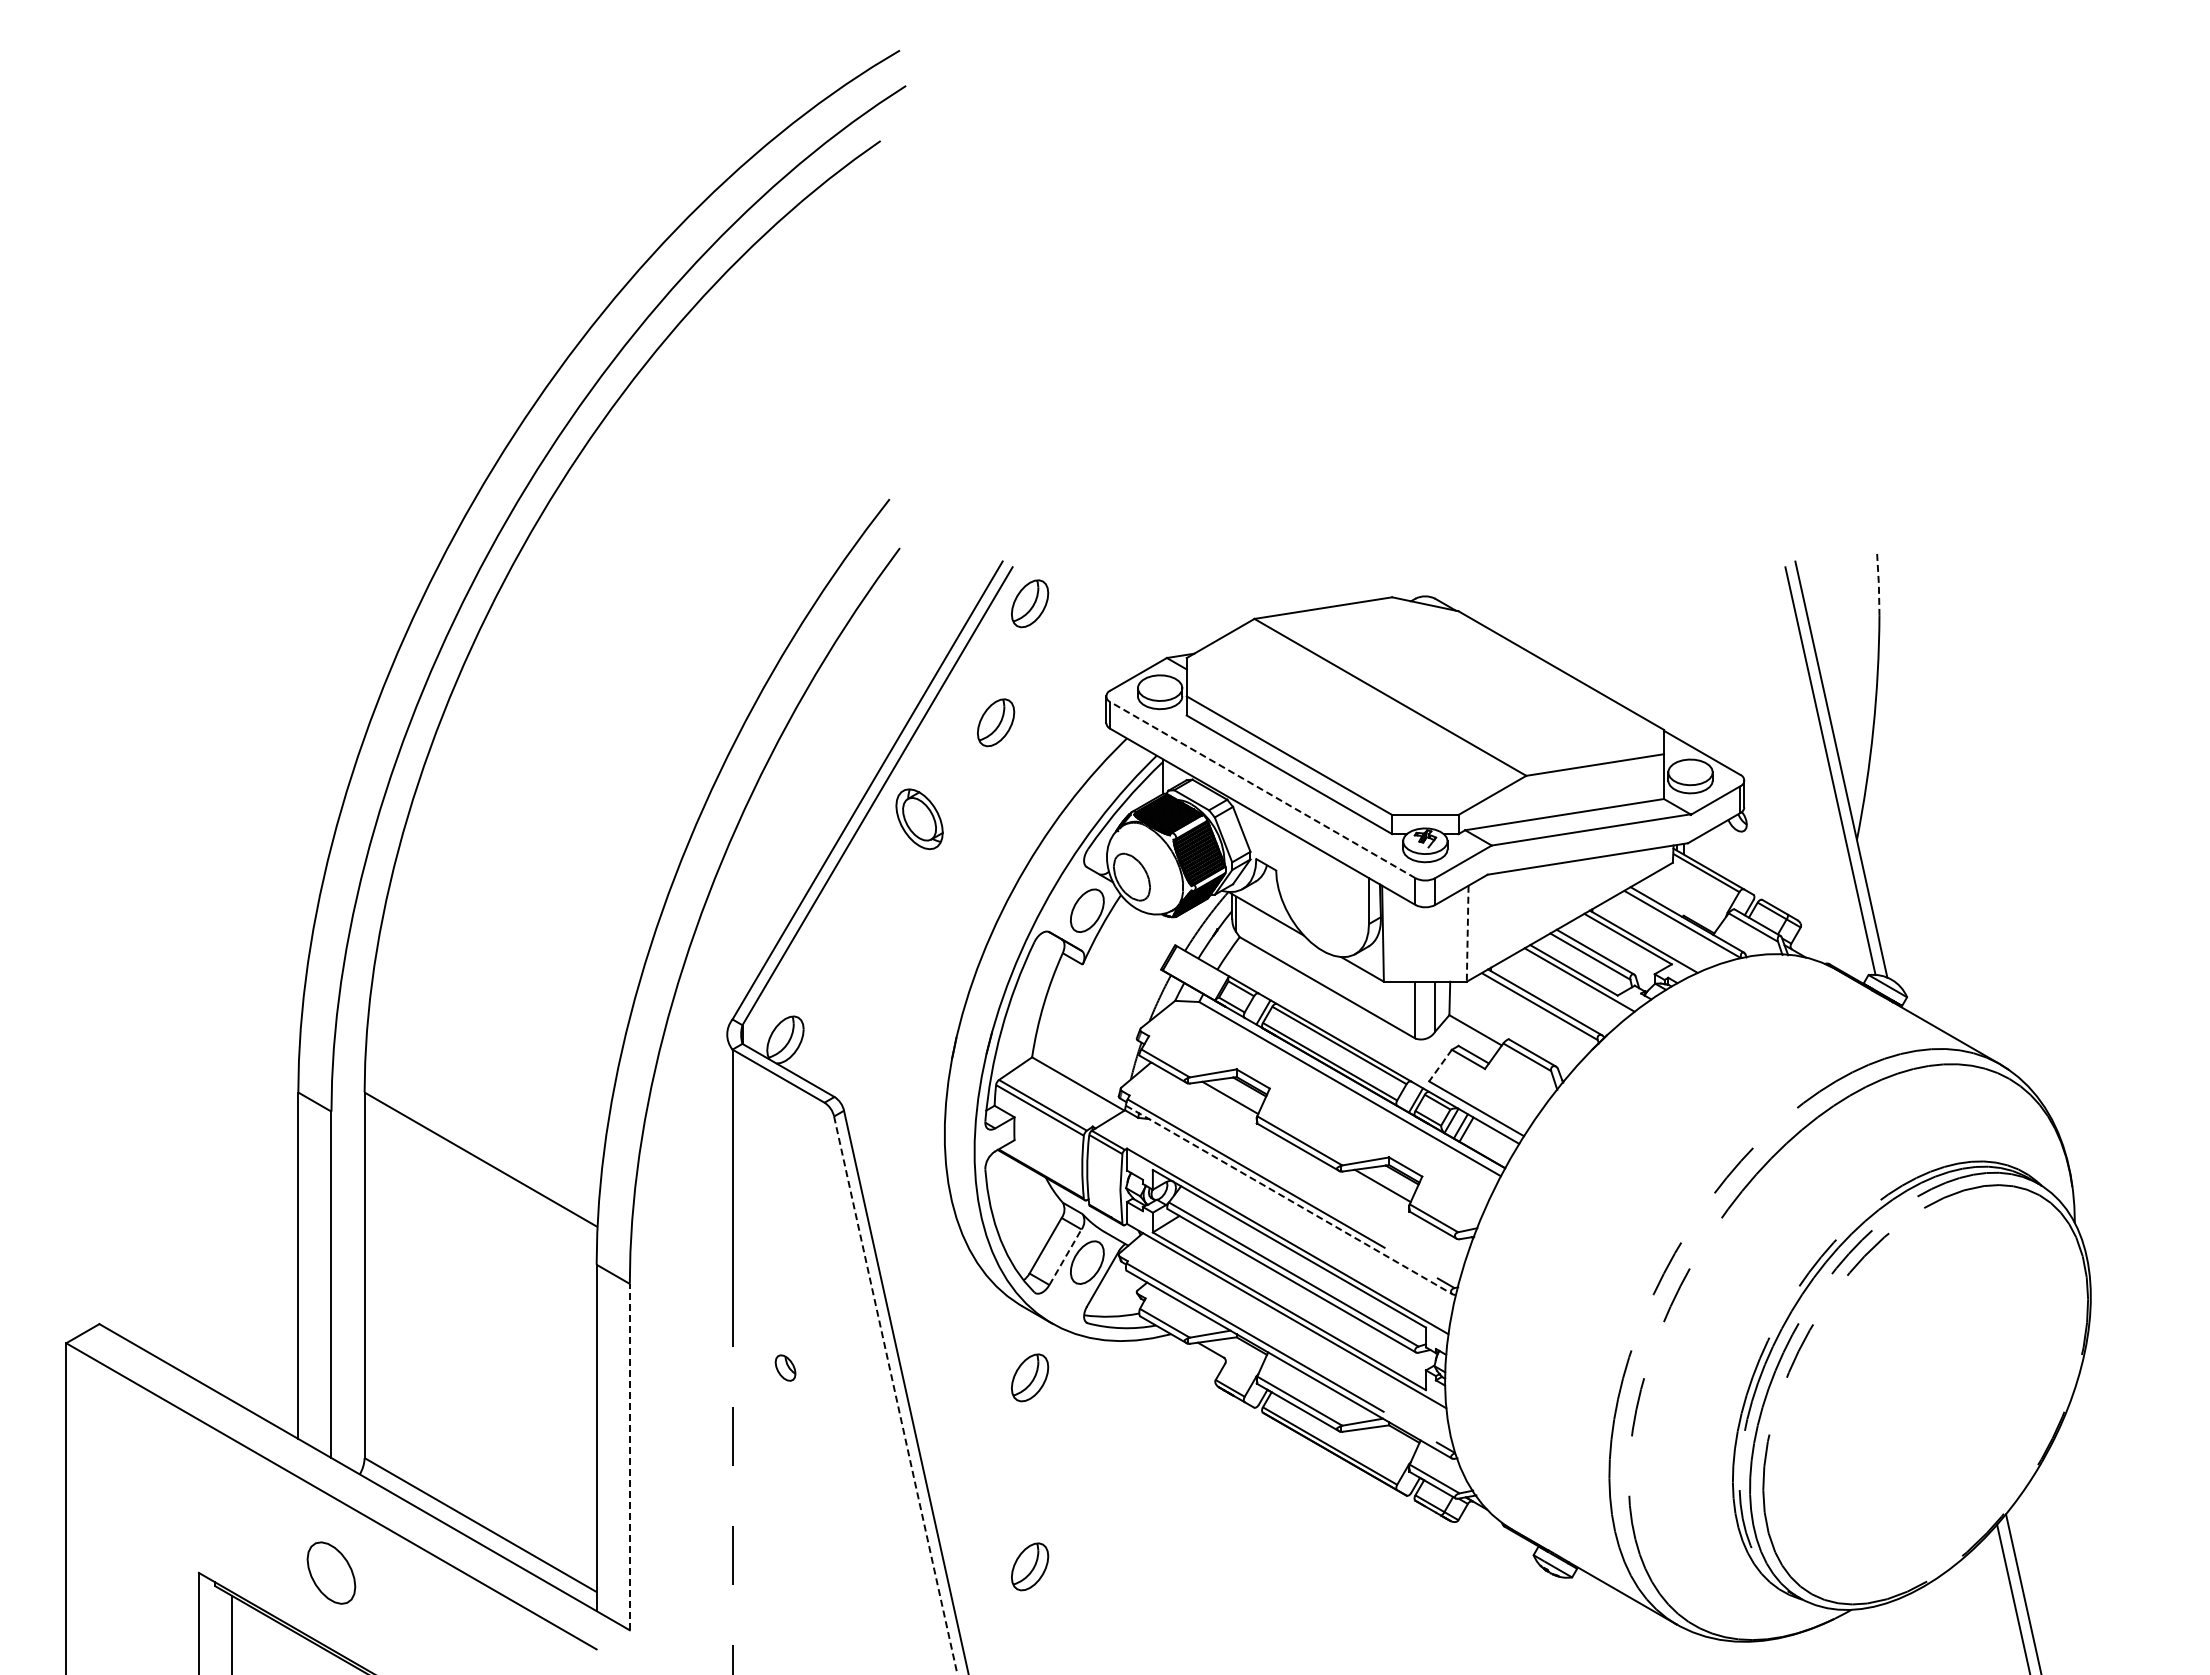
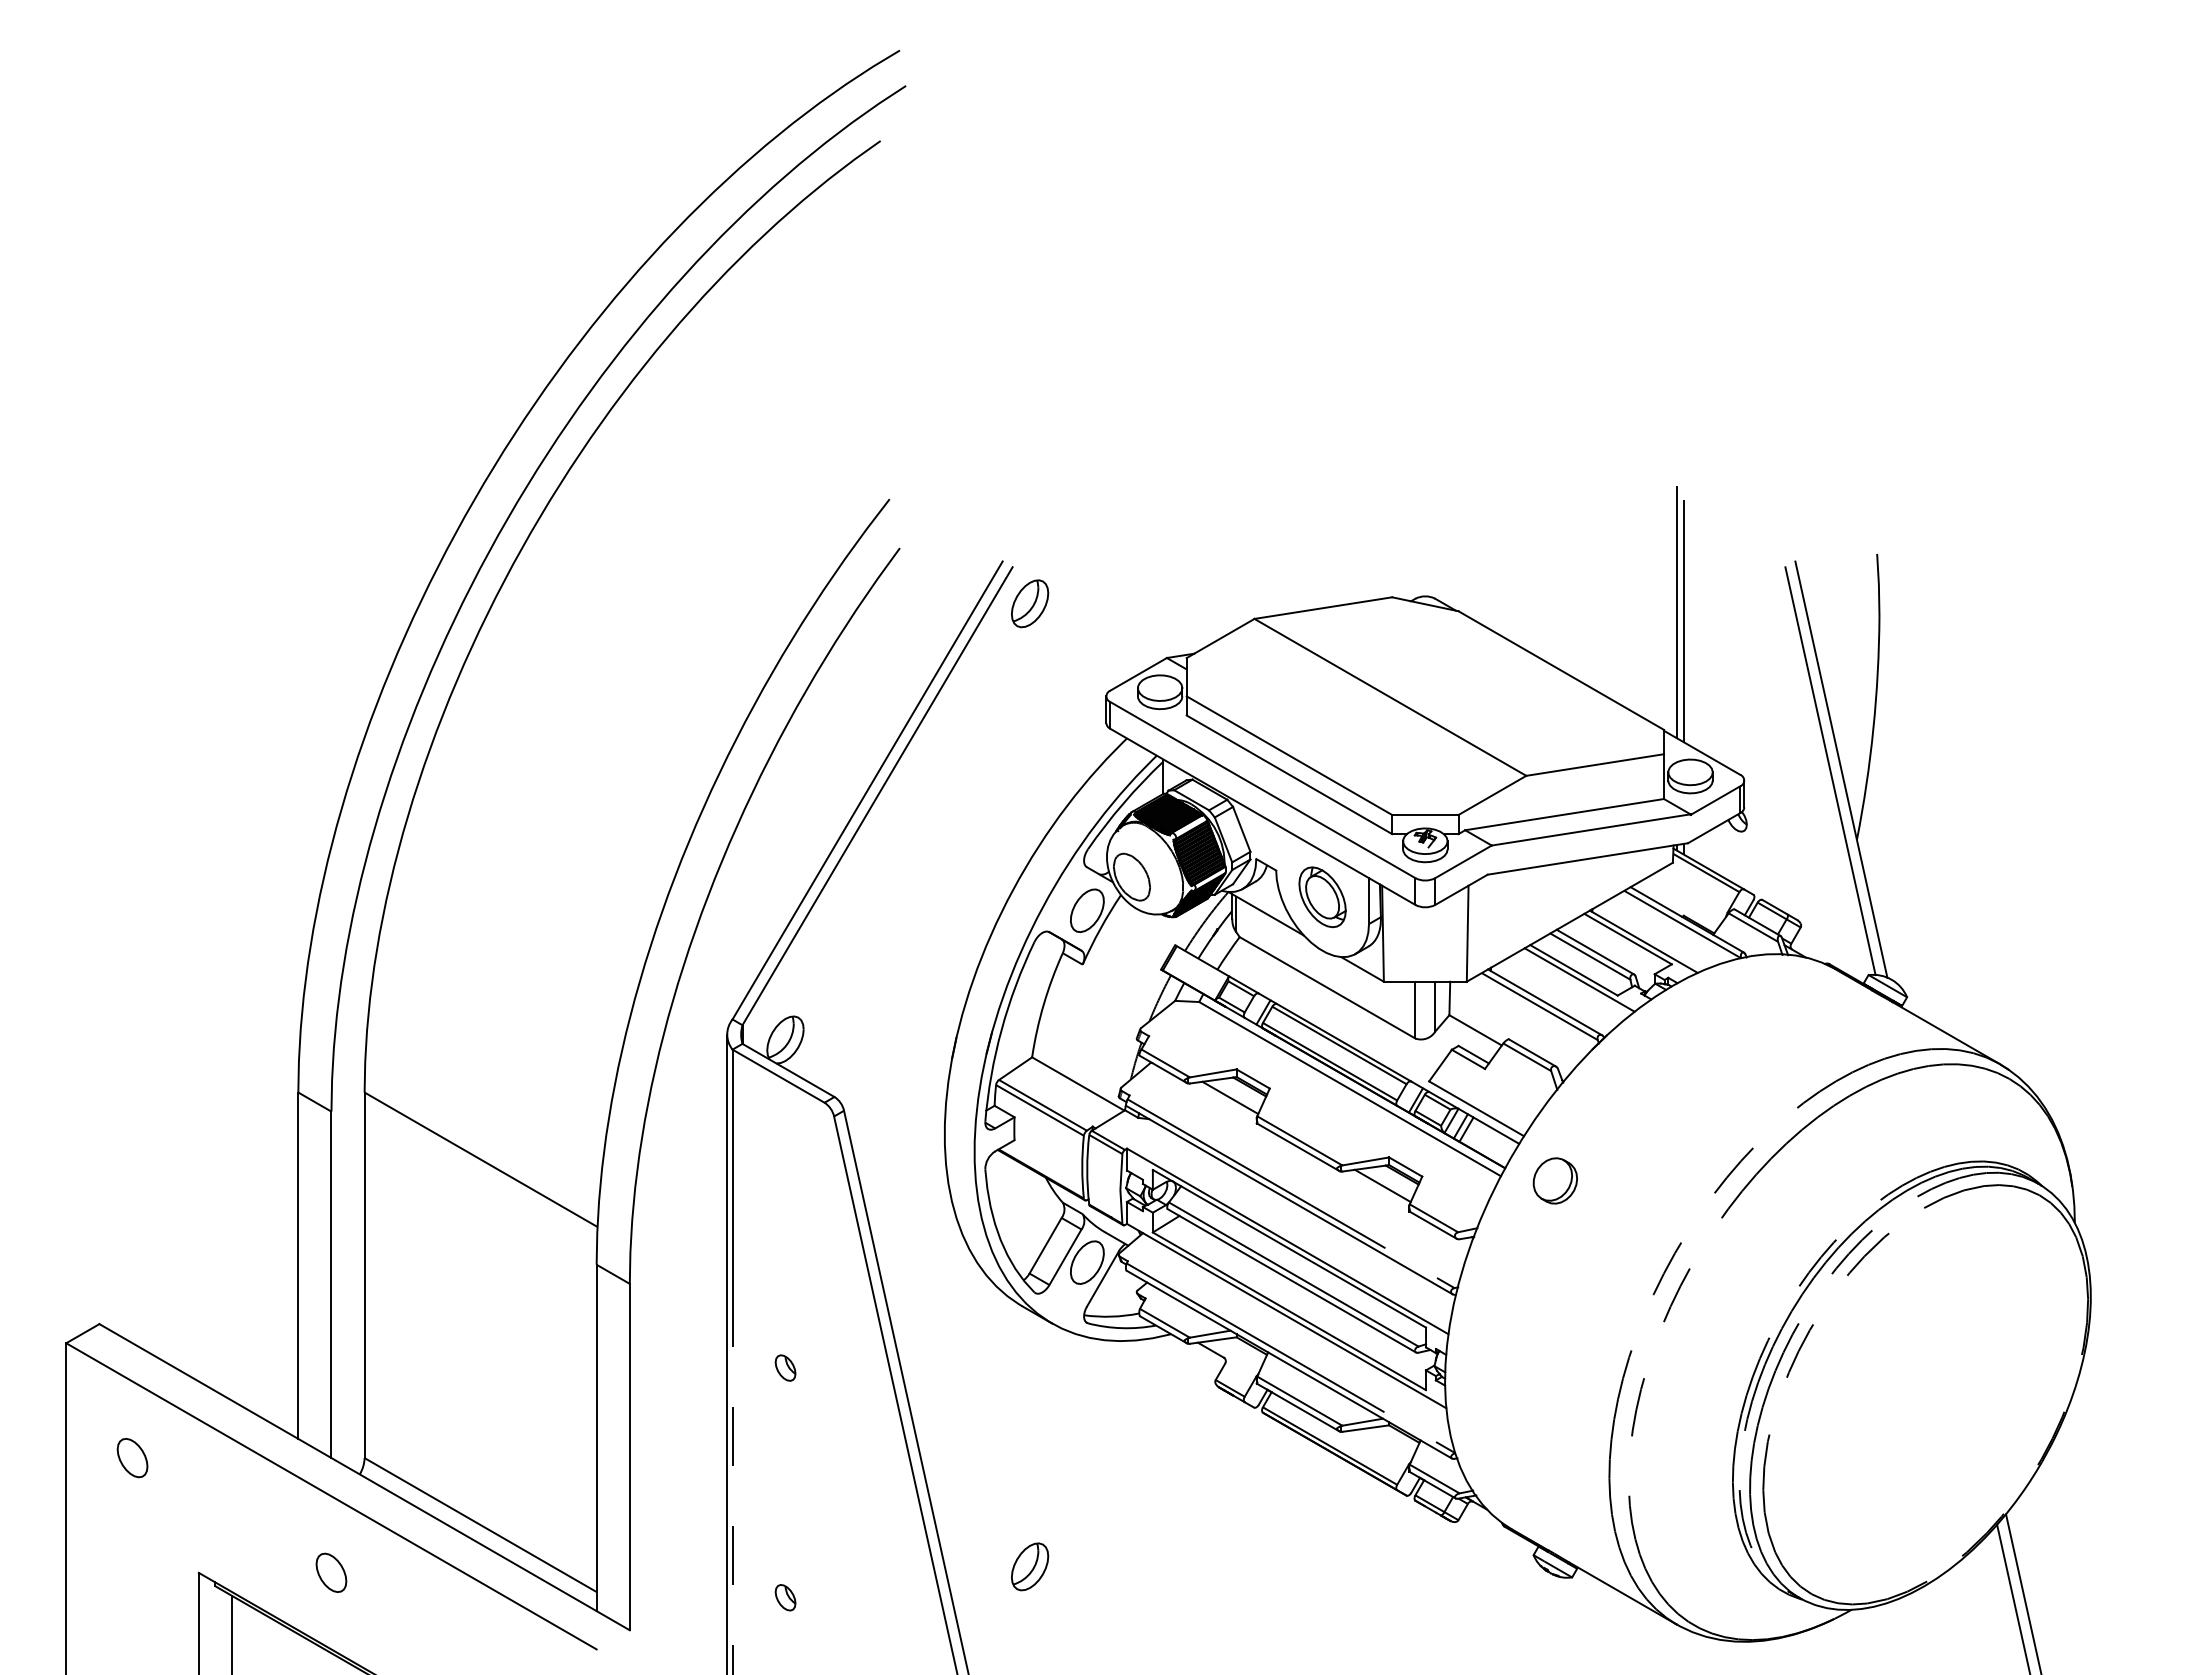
line at (1878, 584): dashed -> solid
line at (1677, 611): none -> present
line at (1683, 621): none -> present
part at (996, 722): present -> none
line at (1262, 789): dashed -> solid
part at (919, 819) position: (919, 819) -> (1322, 897)
line at (1467, 934): dashed -> solid
line at (1440, 1066): dashed -> solid
part at (1554, 1180): none -> present
line at (1289, 1200): dashed -> solid
line at (1065, 1256): dashed -> solid
line at (727, 1352): none -> present
part at (1030, 1377): present -> none
line at (895, 1395): dashed -> solid
line at (629, 1456): dashed -> solid
part at (132, 1458): none -> present
part at (331, 1572) size: 51x64 px -> 33x41 px
part at (785, 1597): none -> present
